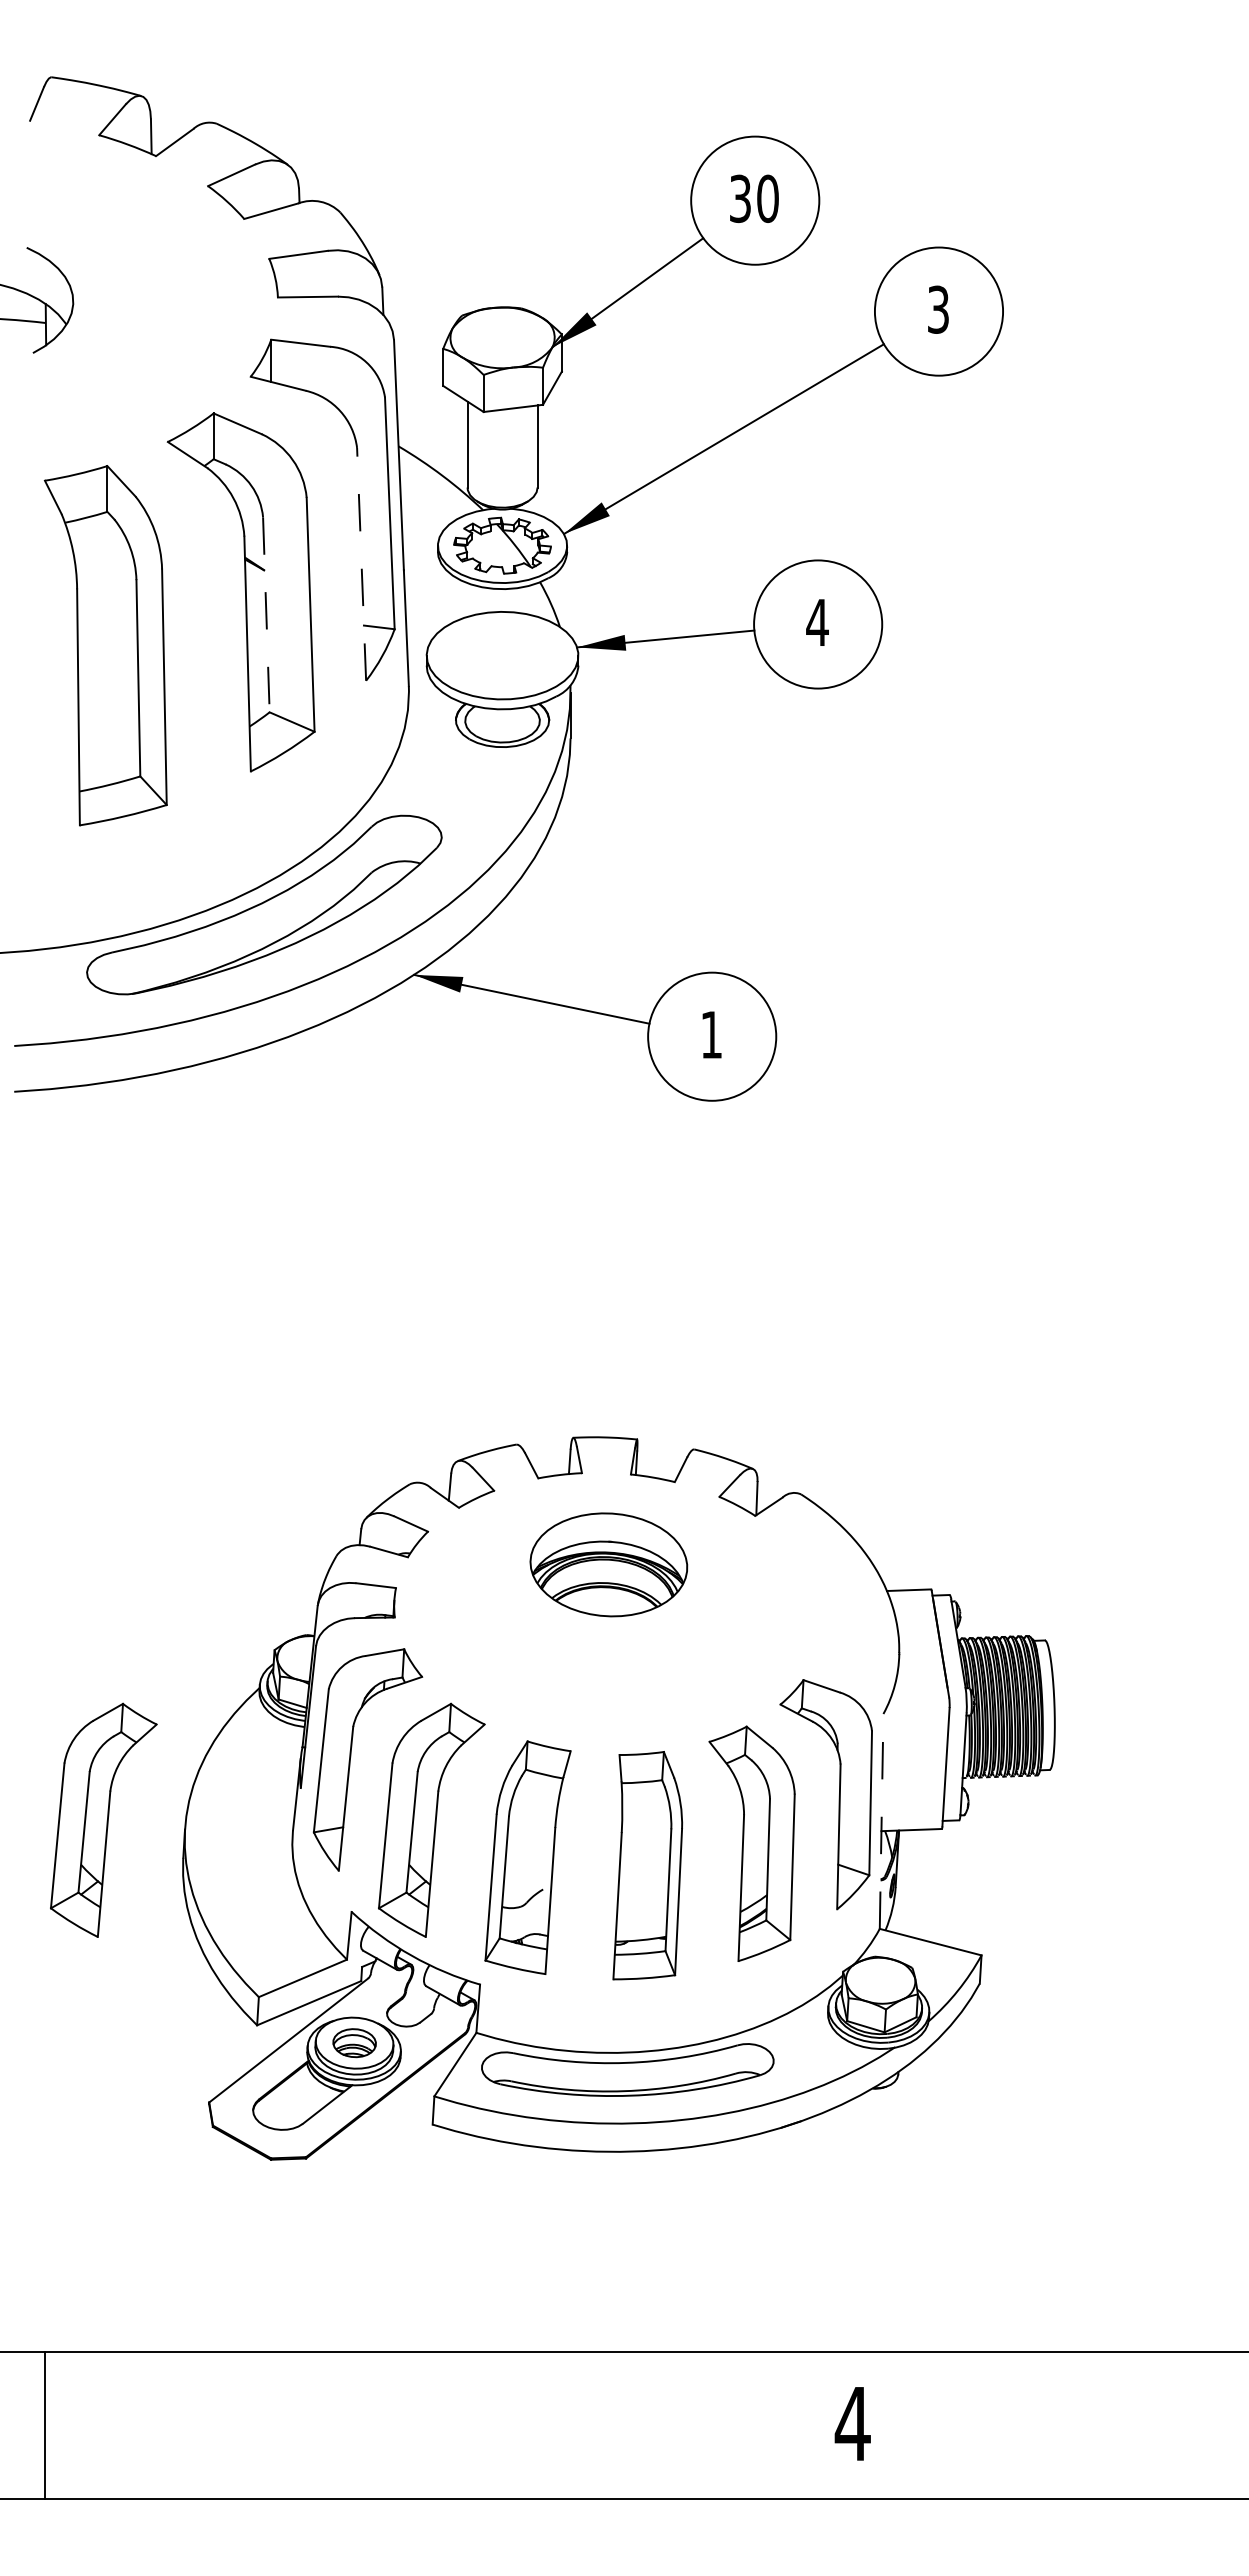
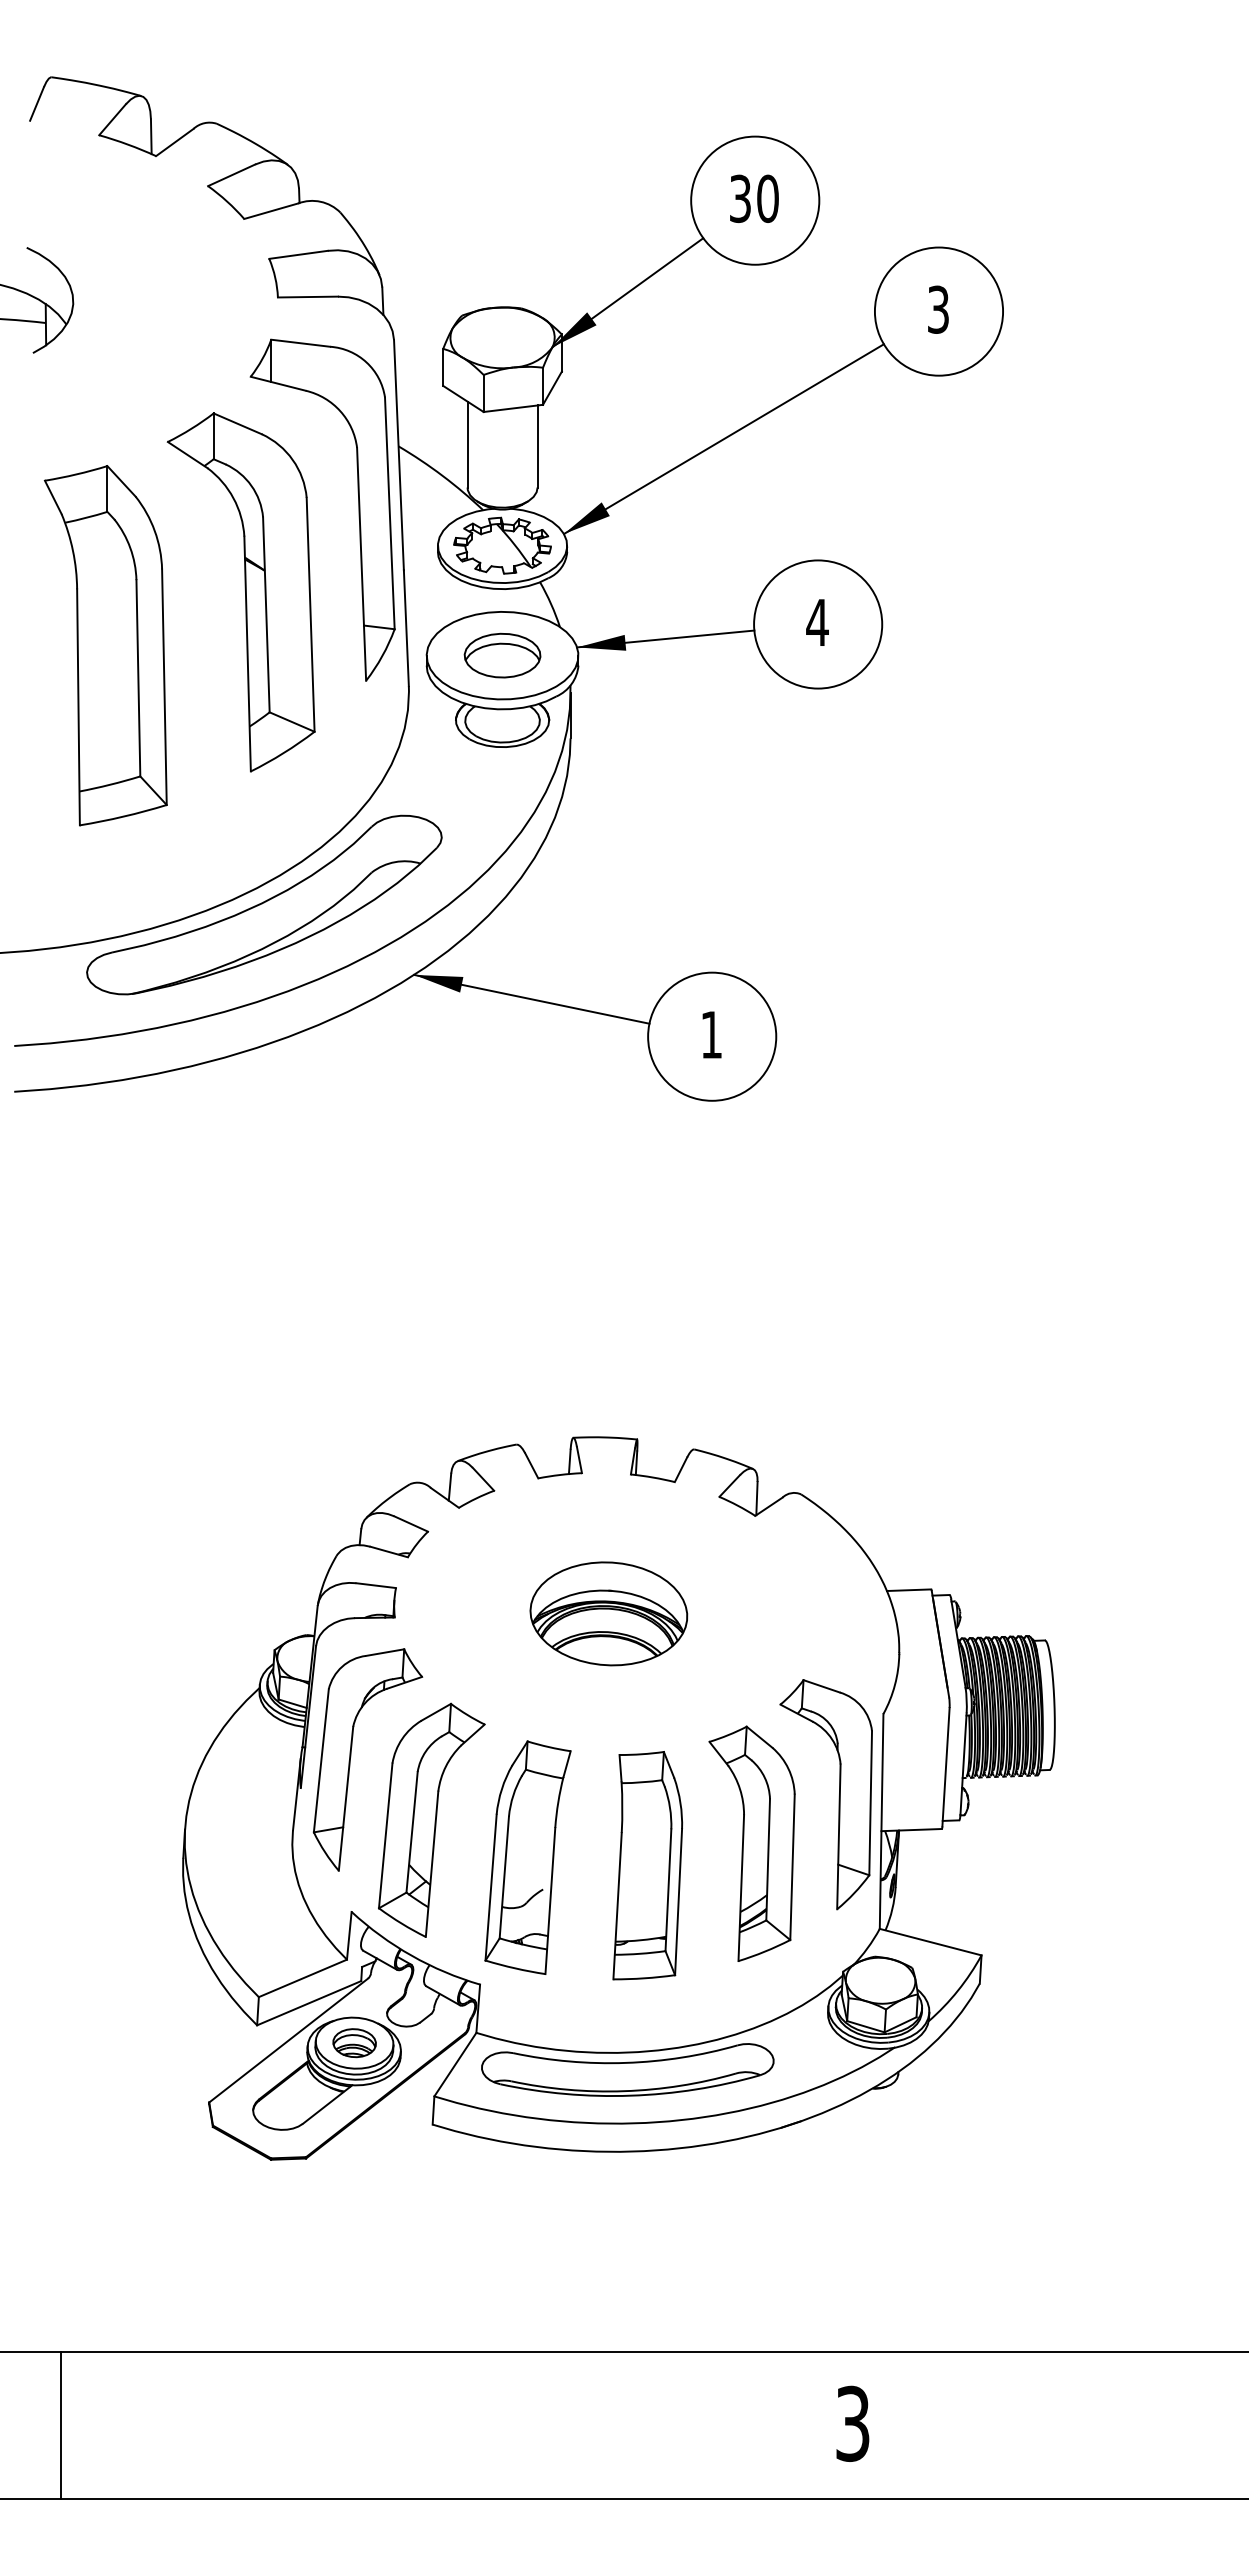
line at (361, 564): dashed -> solid
line at (266, 614): dashed -> solid
part at (502, 655): none -> present
part at (608, 1564) position: (608, 1564) -> (608, 1613)
part at (103, 1819): present -> none
line at (881, 1820): dashed -> solid
text at (852, 2423): 4 -> 3
line at (45, 2424) position: (45, 2424) -> (61, 2424)
